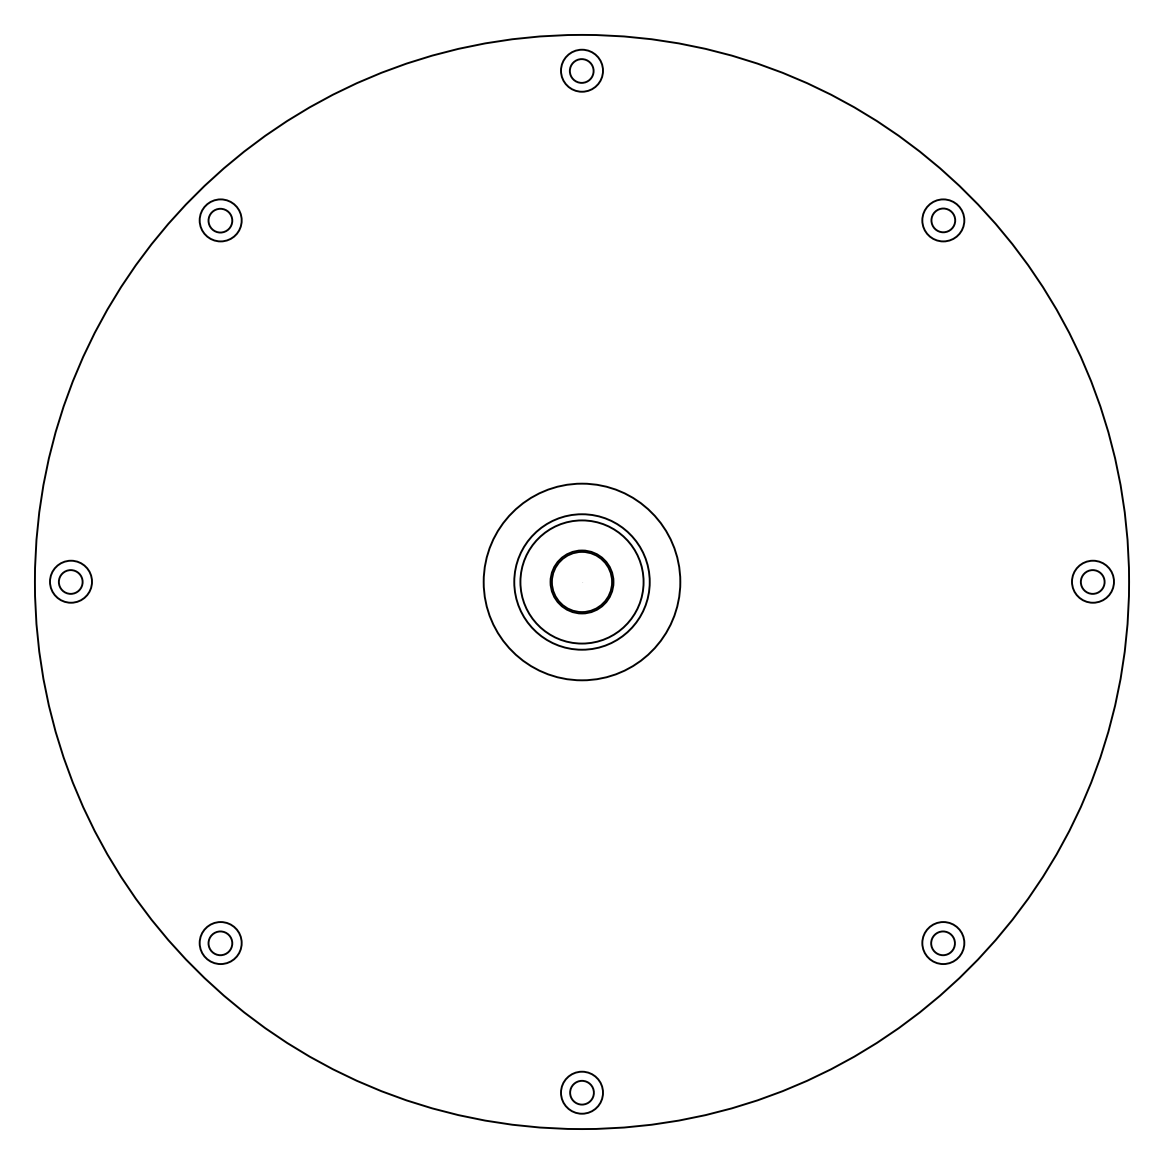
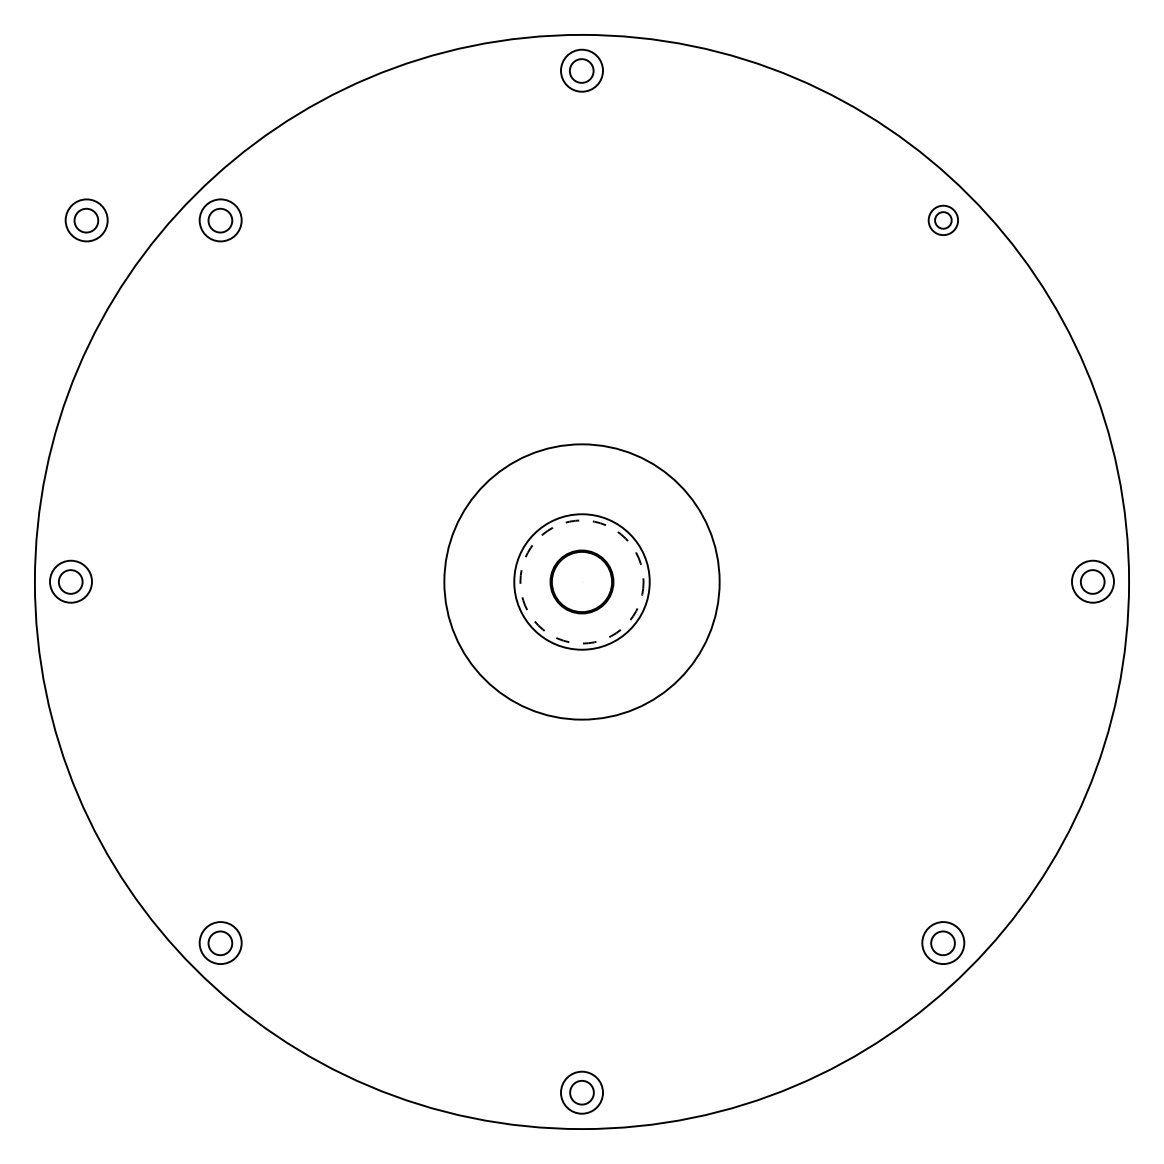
part at (86, 220): none -> present
part at (943, 220) size: 45x45 px -> 32x32 px
circle at (581, 581) diameter: 197 px -> 275 px
circle at (581, 581): solid -> dashed
